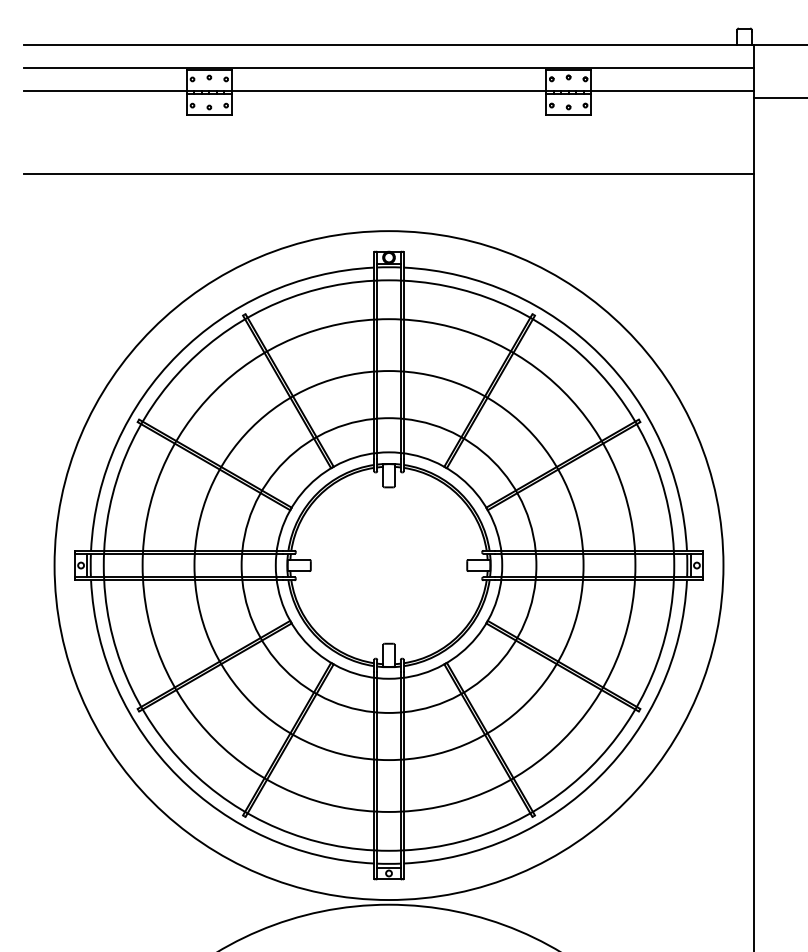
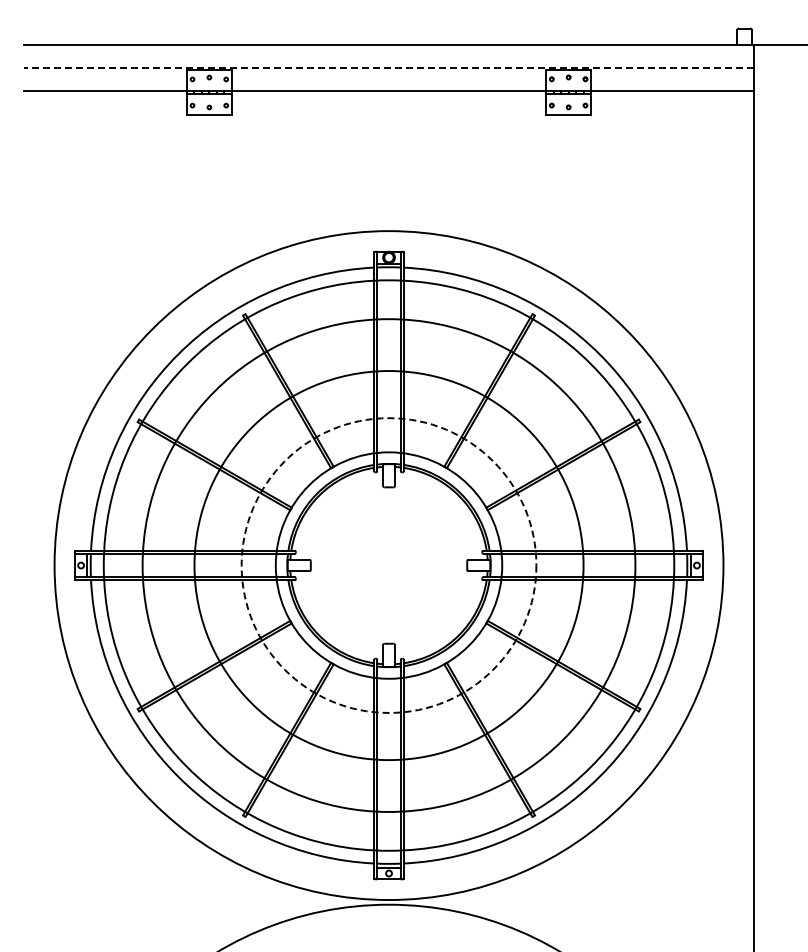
line at (389, 68): solid -> dashed
line at (778, 97): present -> none
line at (388, 174): present -> none
circle at (388, 565): solid -> dashed
